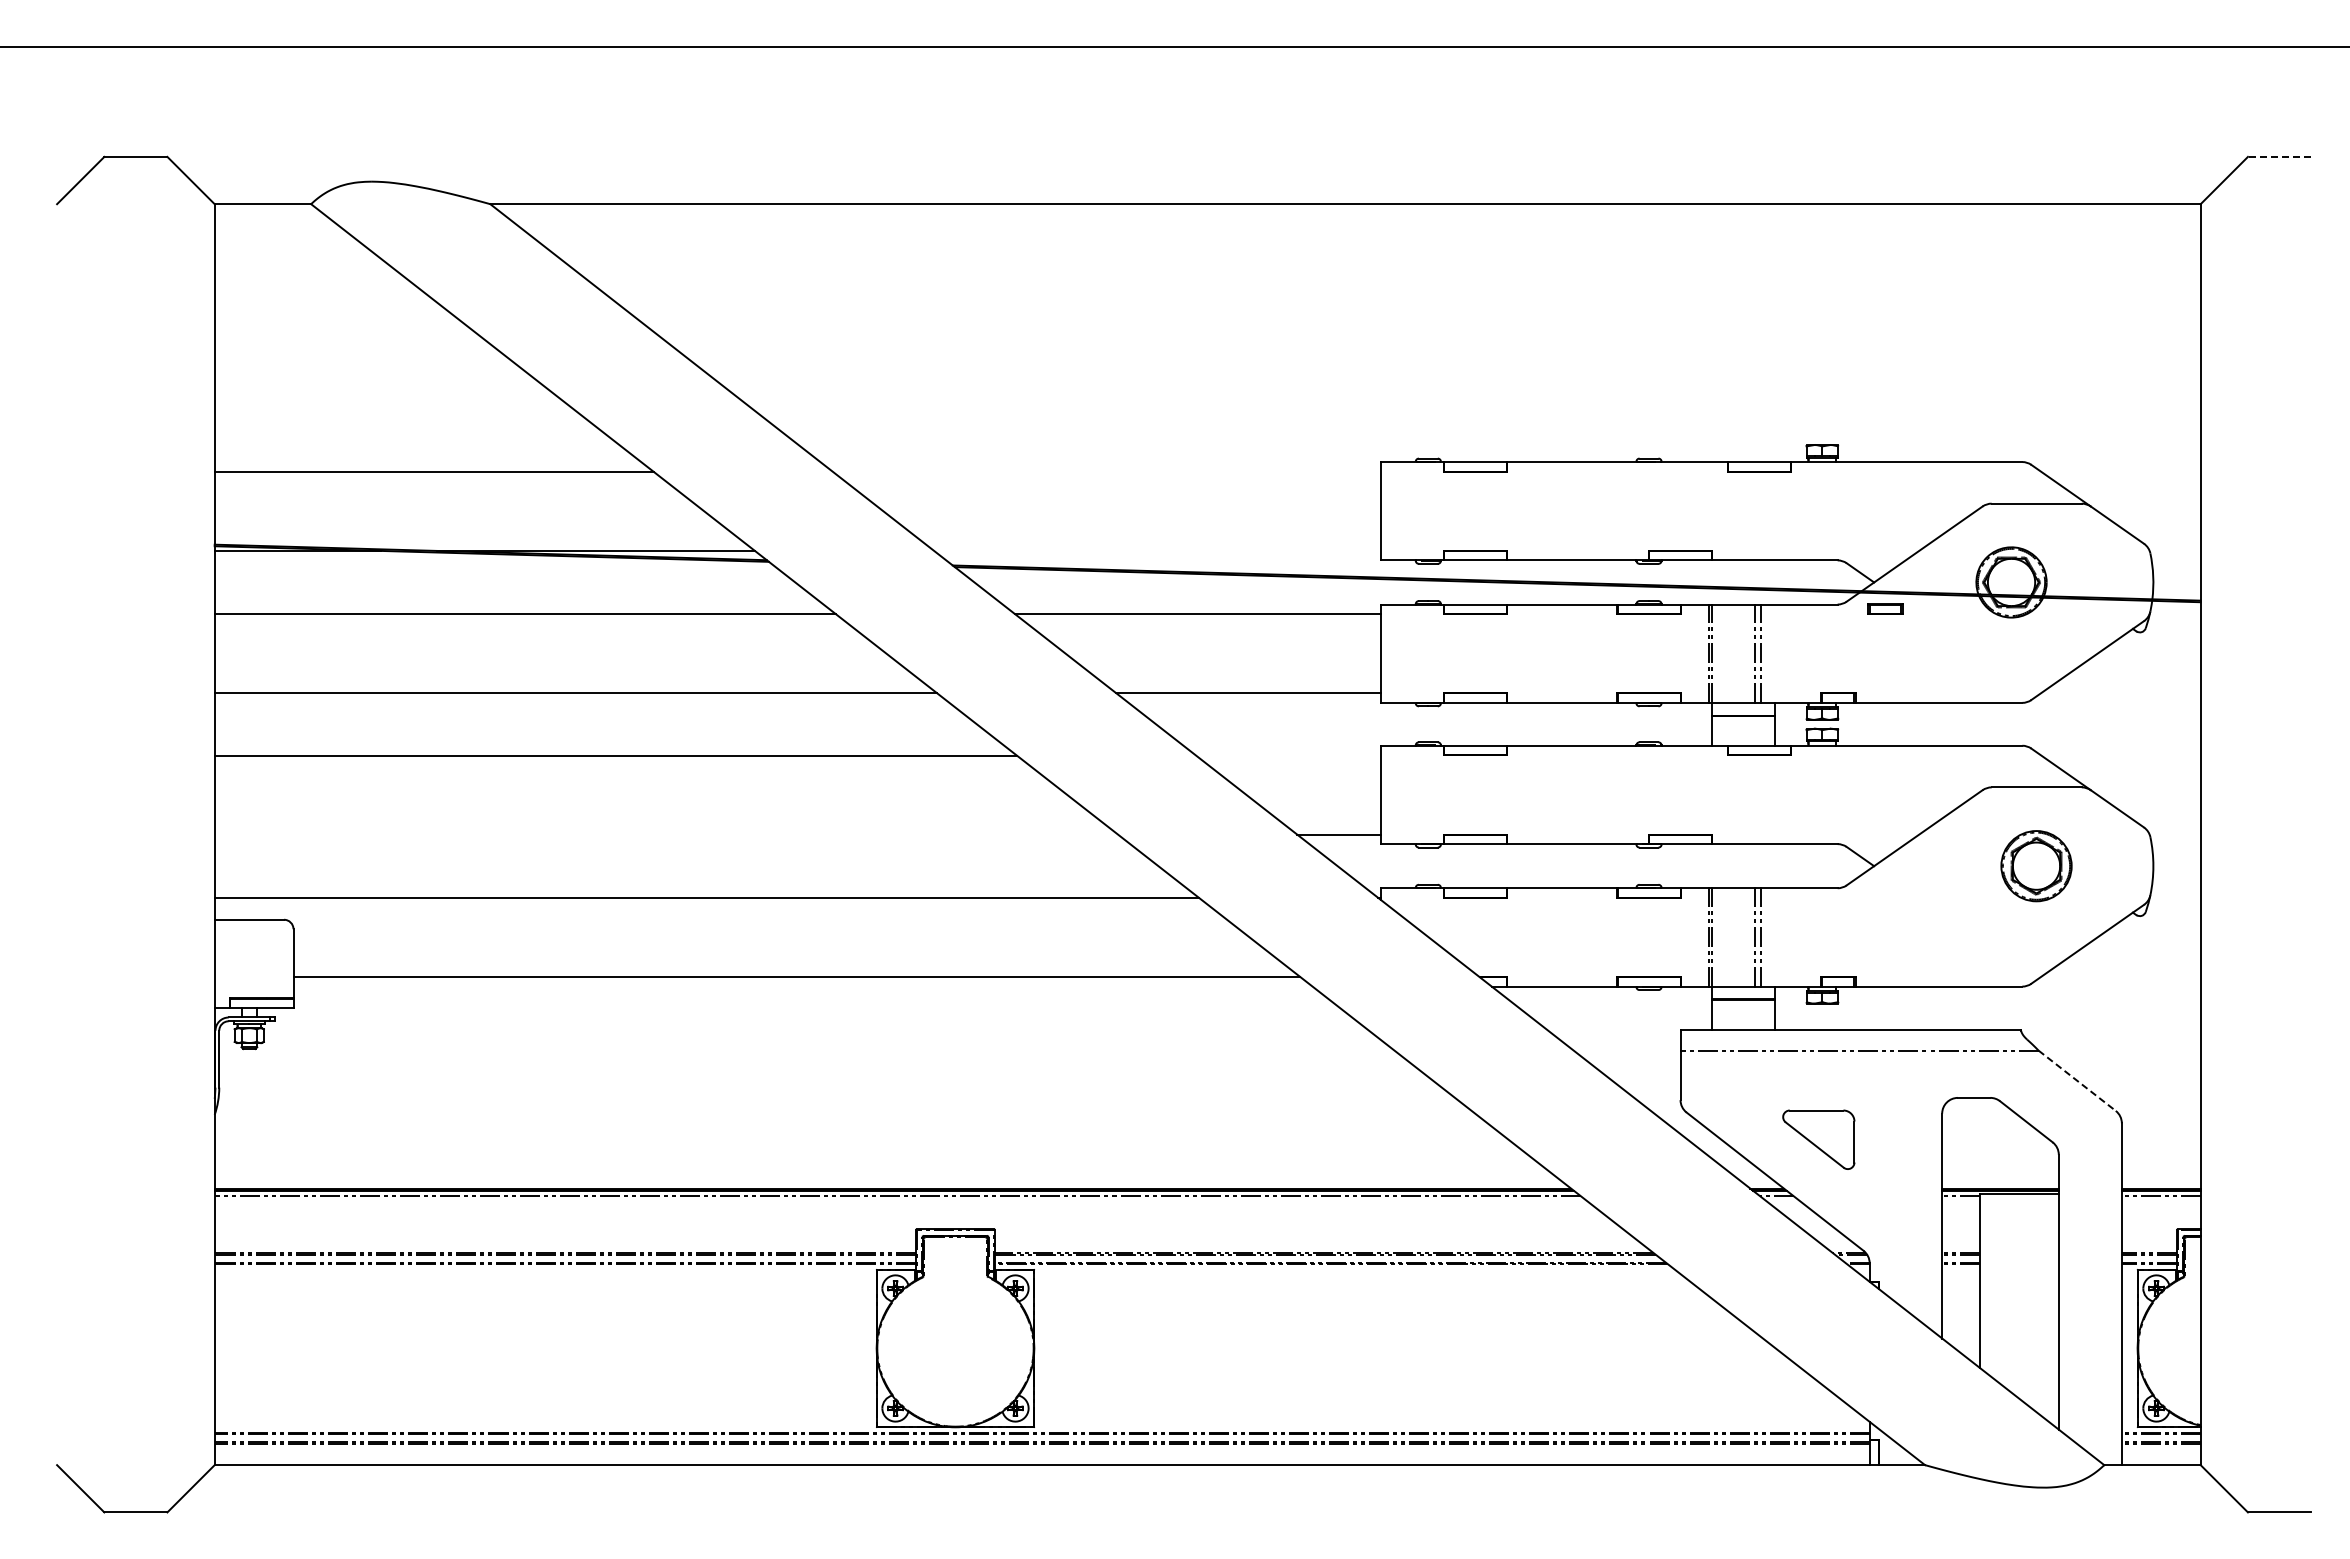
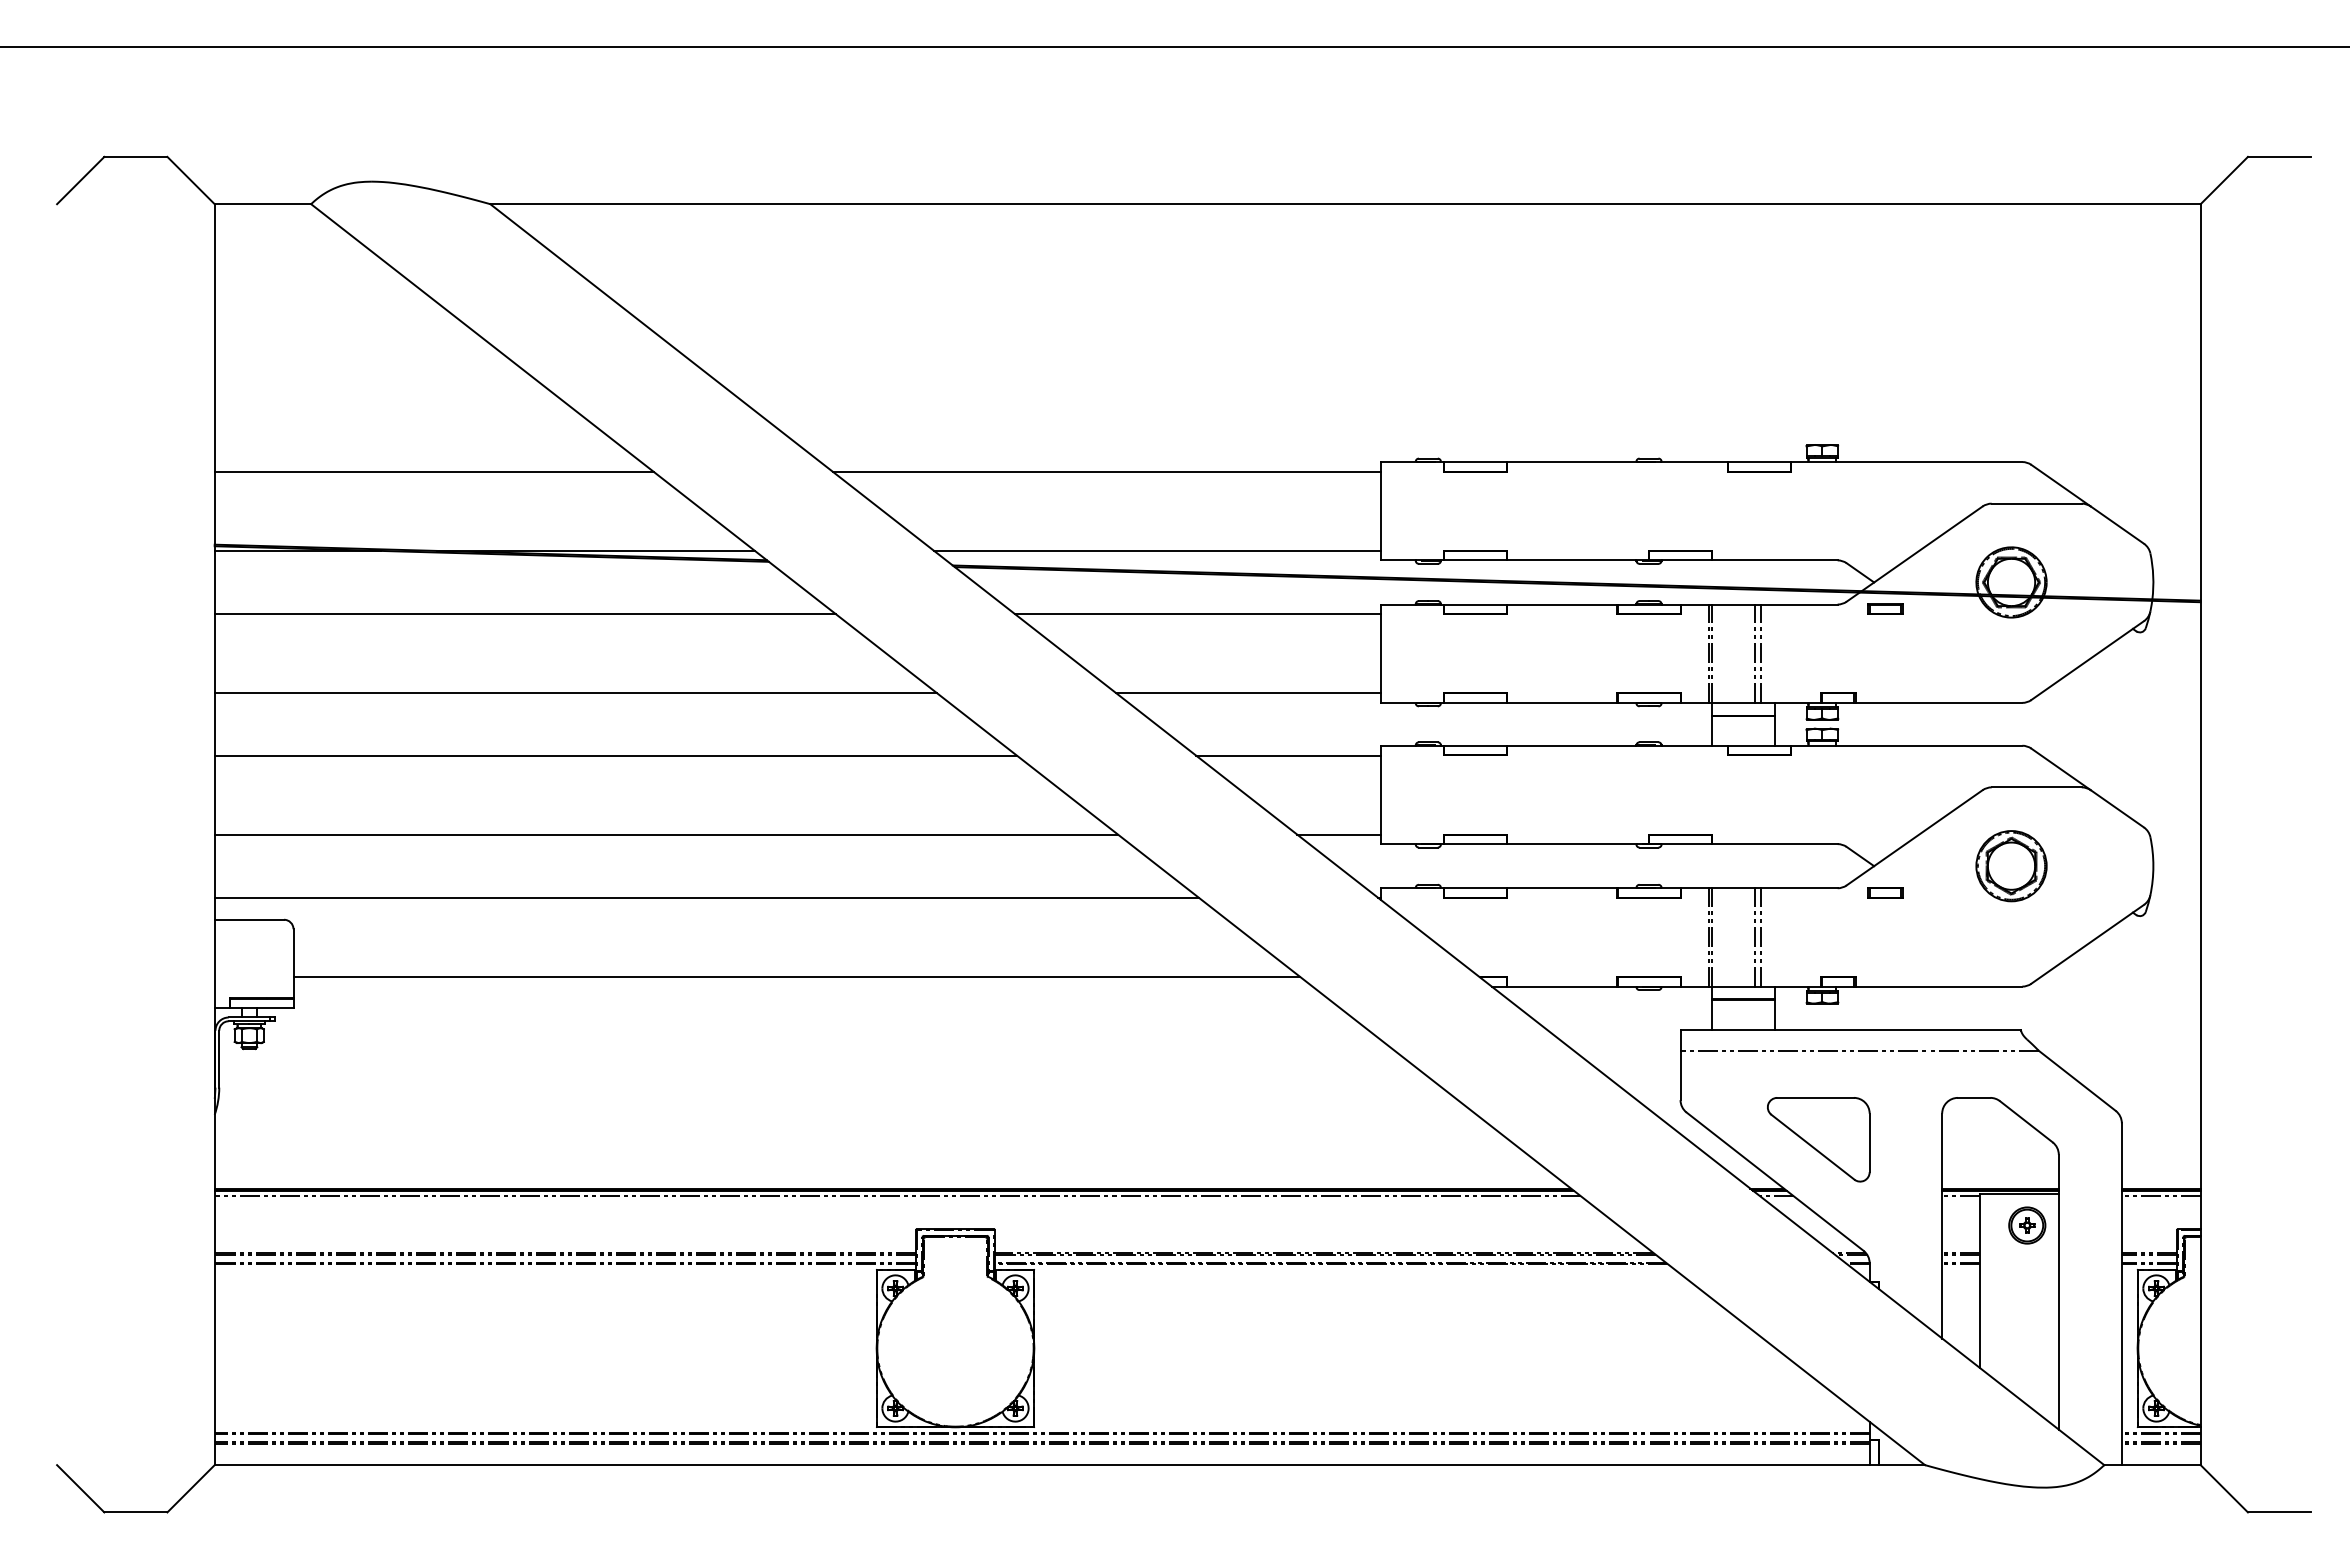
line at (2279, 156): dashed -> solid
line at (1107, 472): none -> present
line at (1157, 550): none -> present
line at (1288, 755): none -> present
line at (666, 834): none -> present
part at (2036, 866) position: (2036, 866) -> (2011, 866)
part at (1885, 892): none -> present
line at (2077, 1081): dashed -> solid
part at (1818, 1139) size: 74x61 px -> 104x86 px
part at (2027, 1225): none -> present
